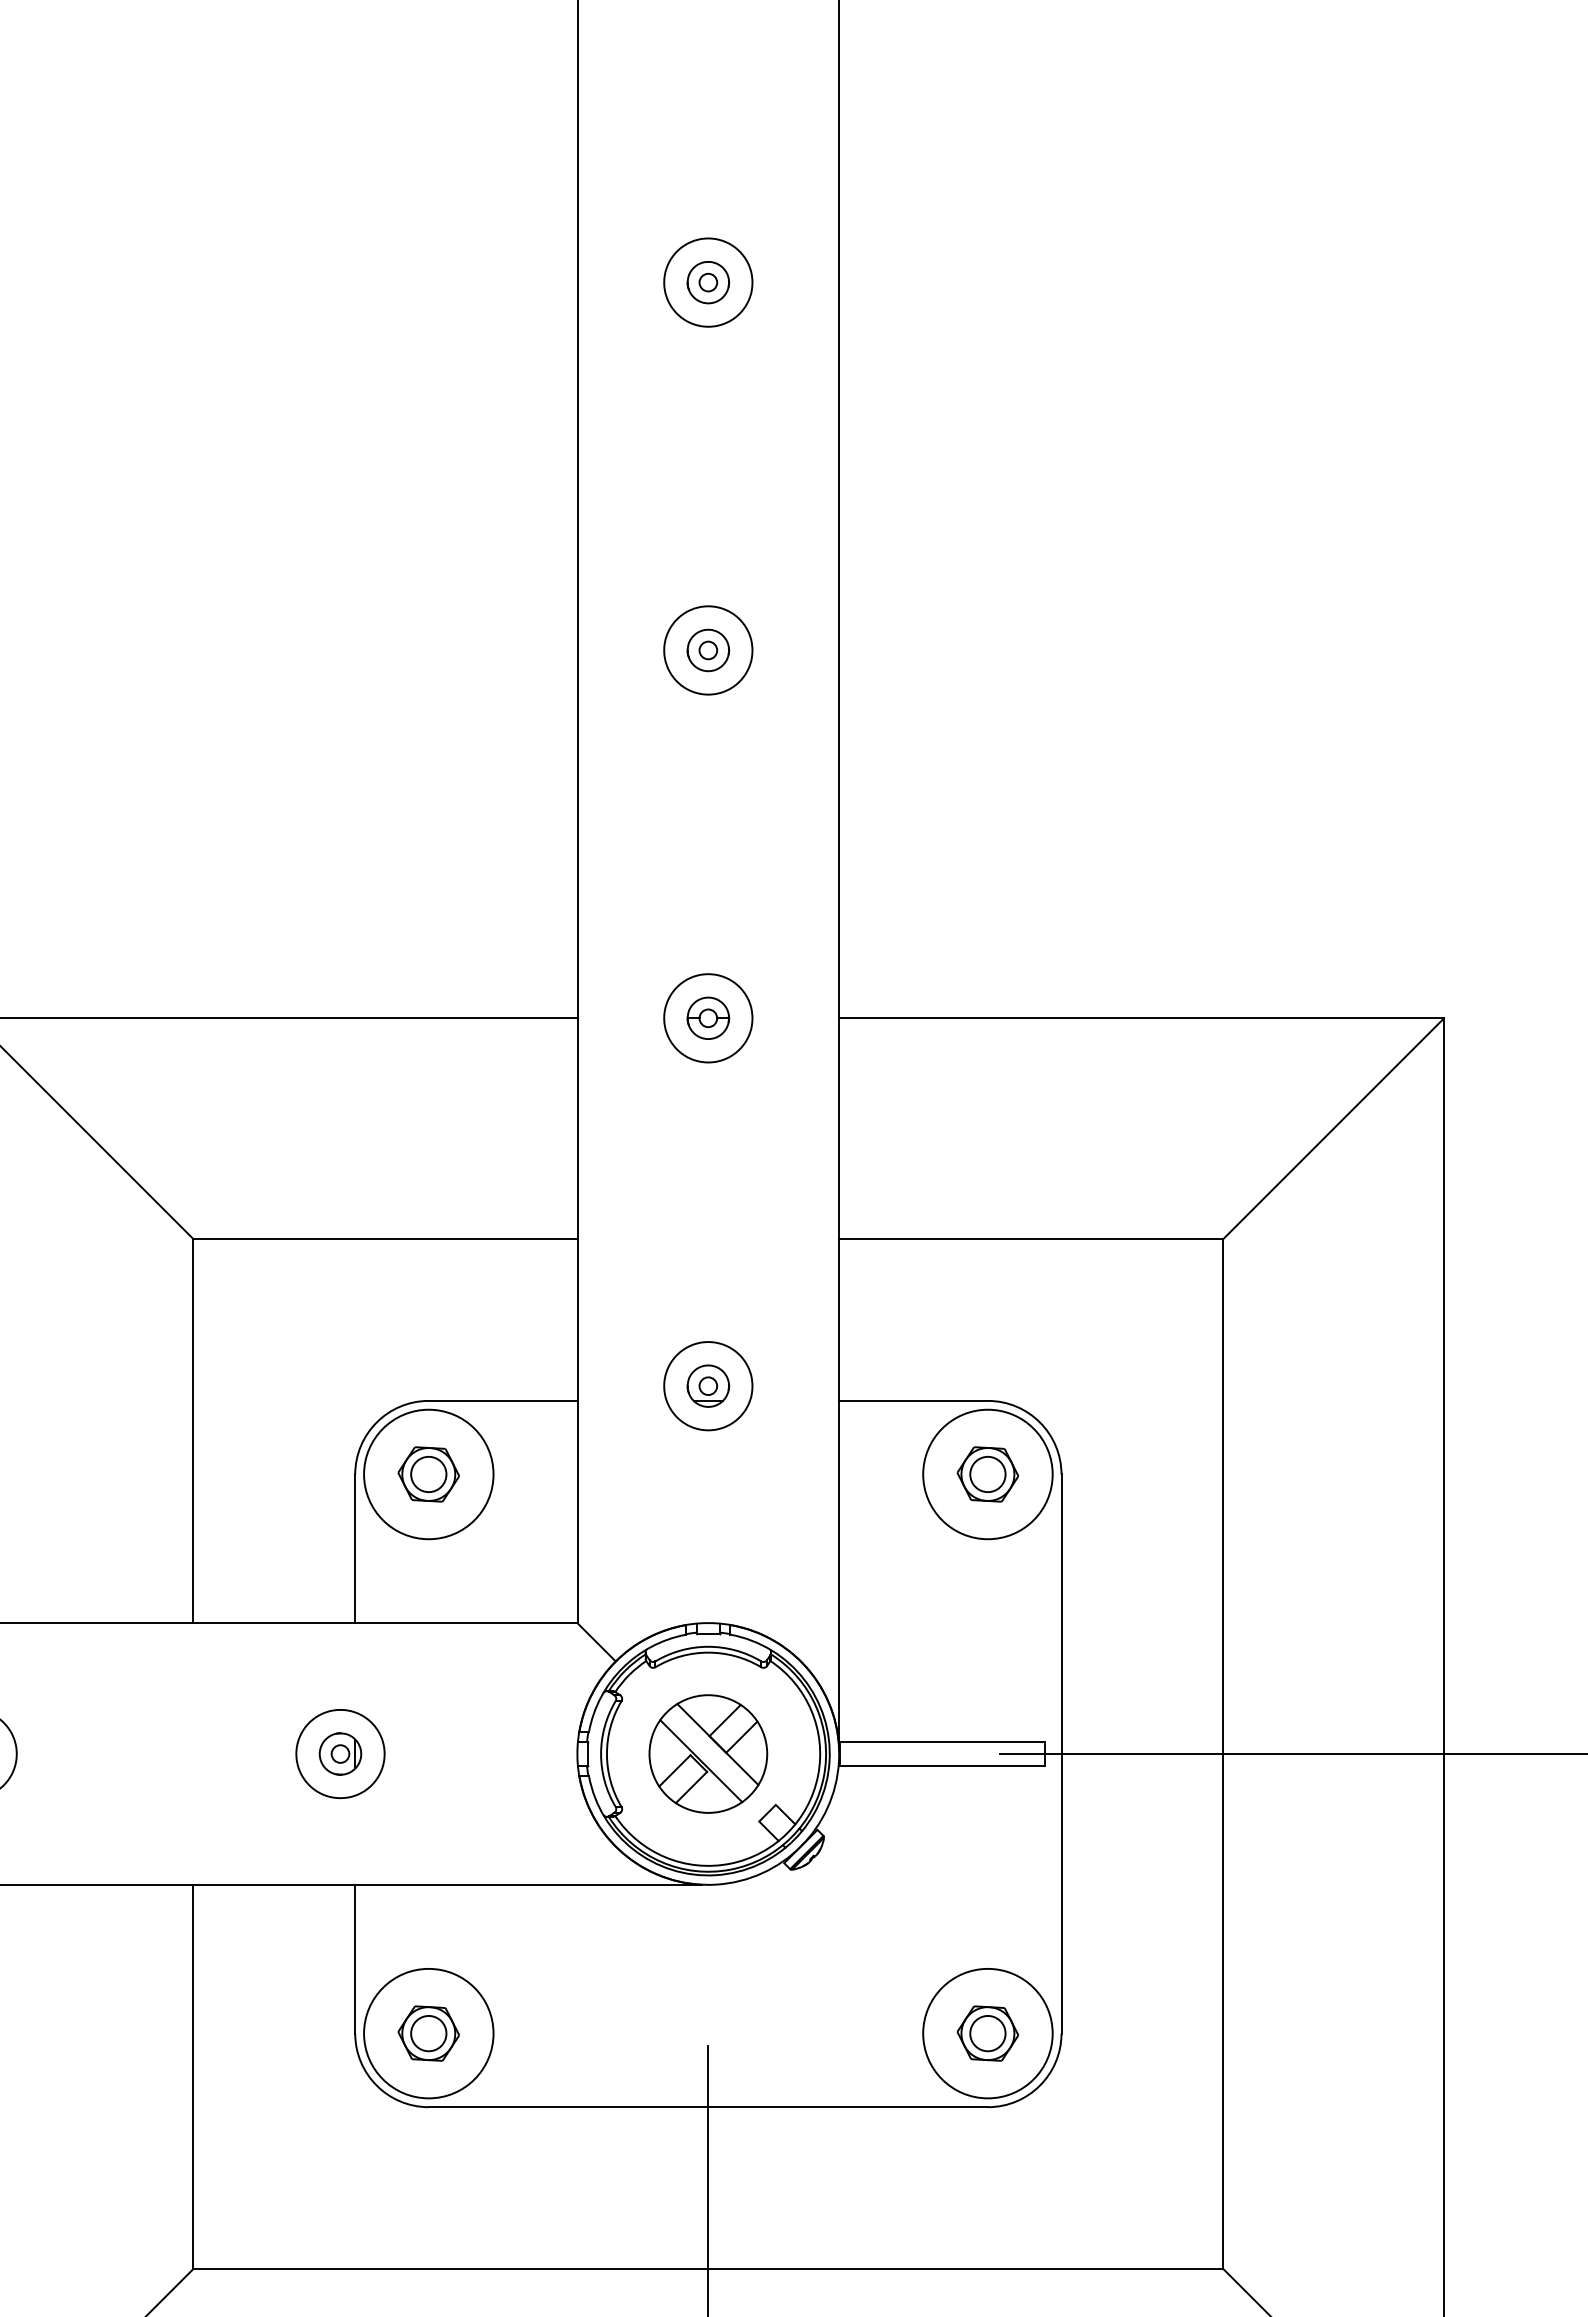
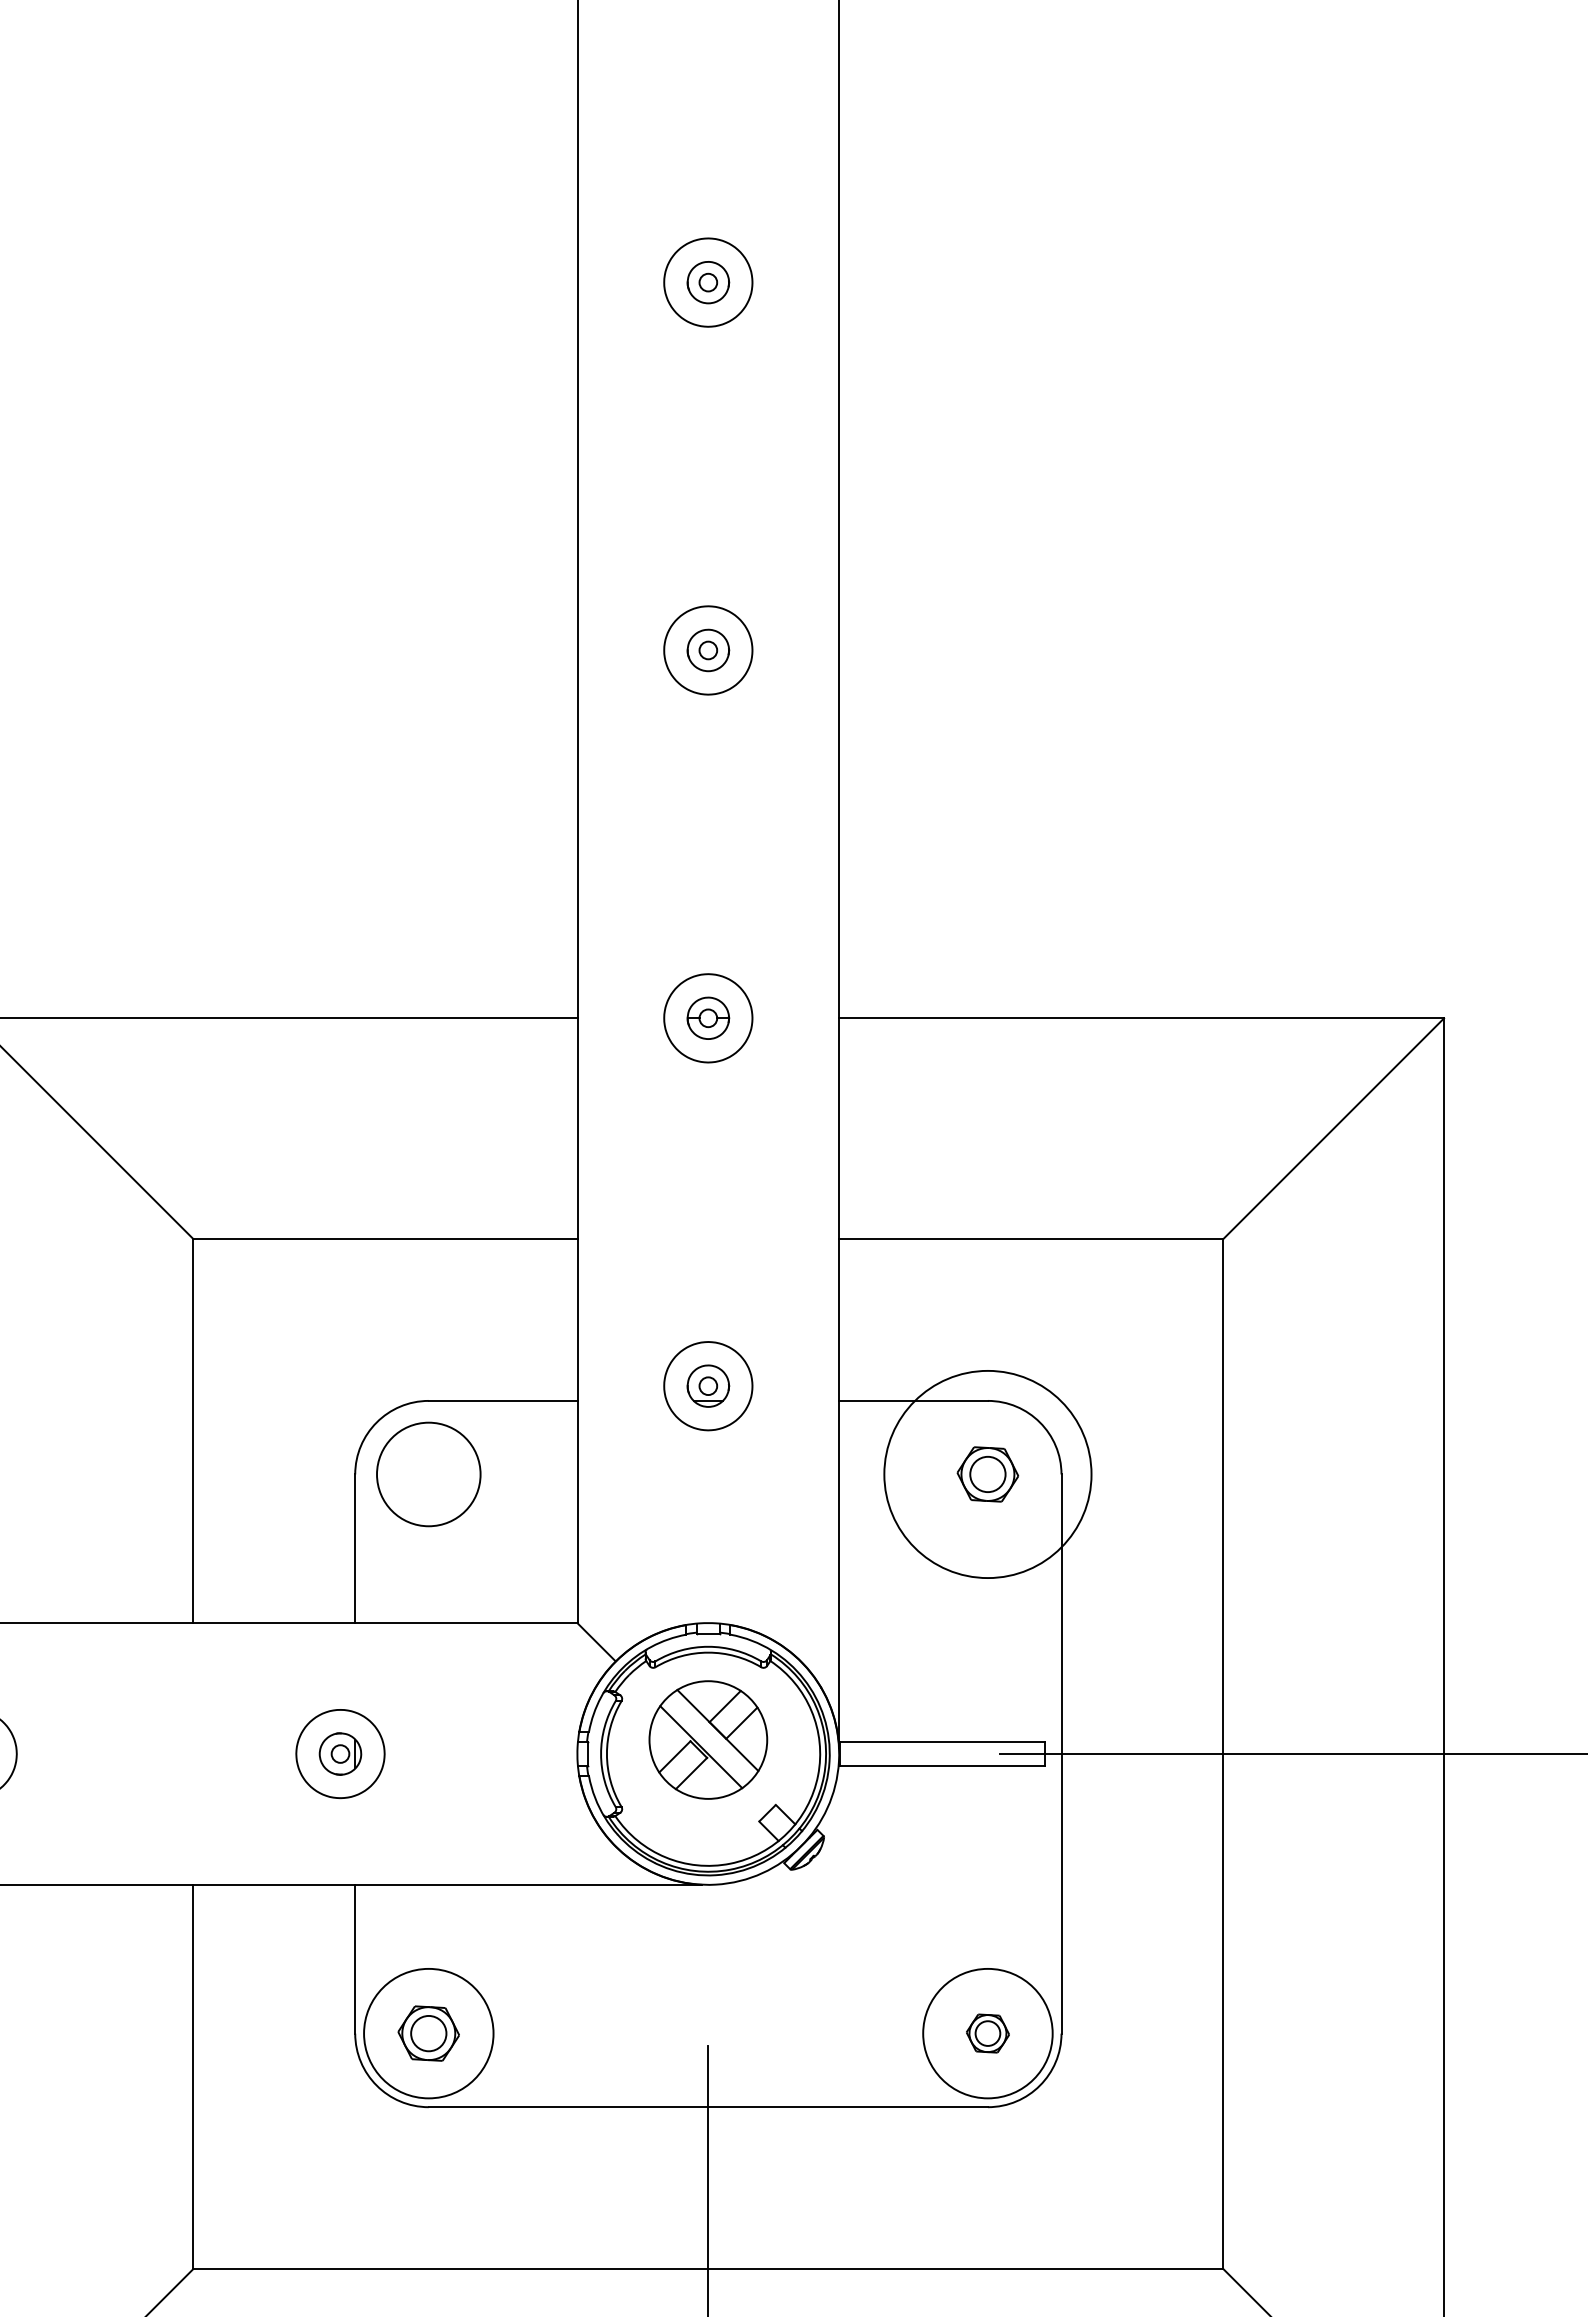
circle at (428, 1474) diameter: 129 px -> 104 px
part at (428, 1474): present -> none
circle at (987, 1474) diameter: 129 px -> 207 px
part at (708, 1753) position: (708, 1753) -> (708, 1739)
part at (987, 2033) size: 64x57 px -> 44x41 px
